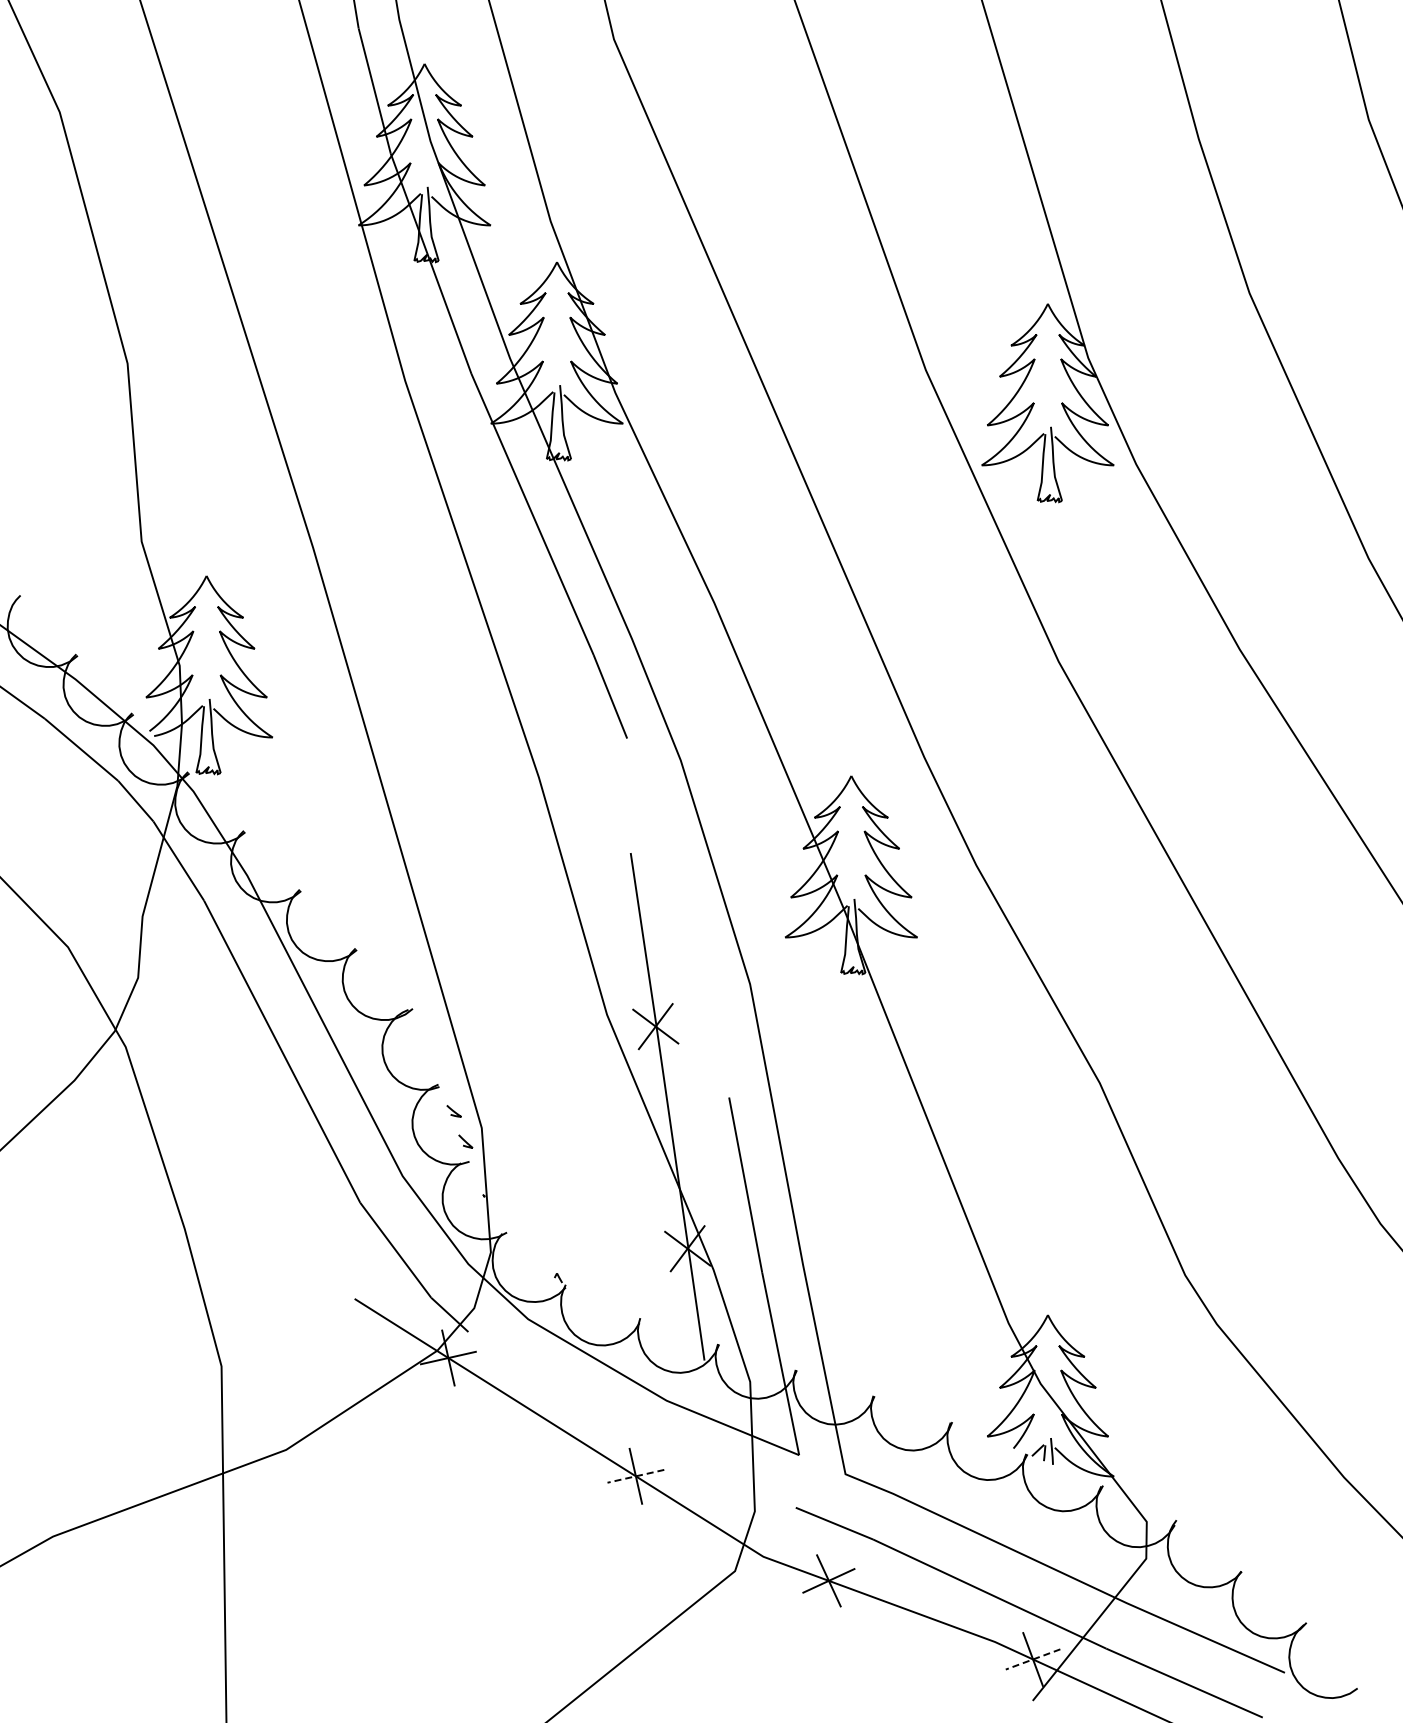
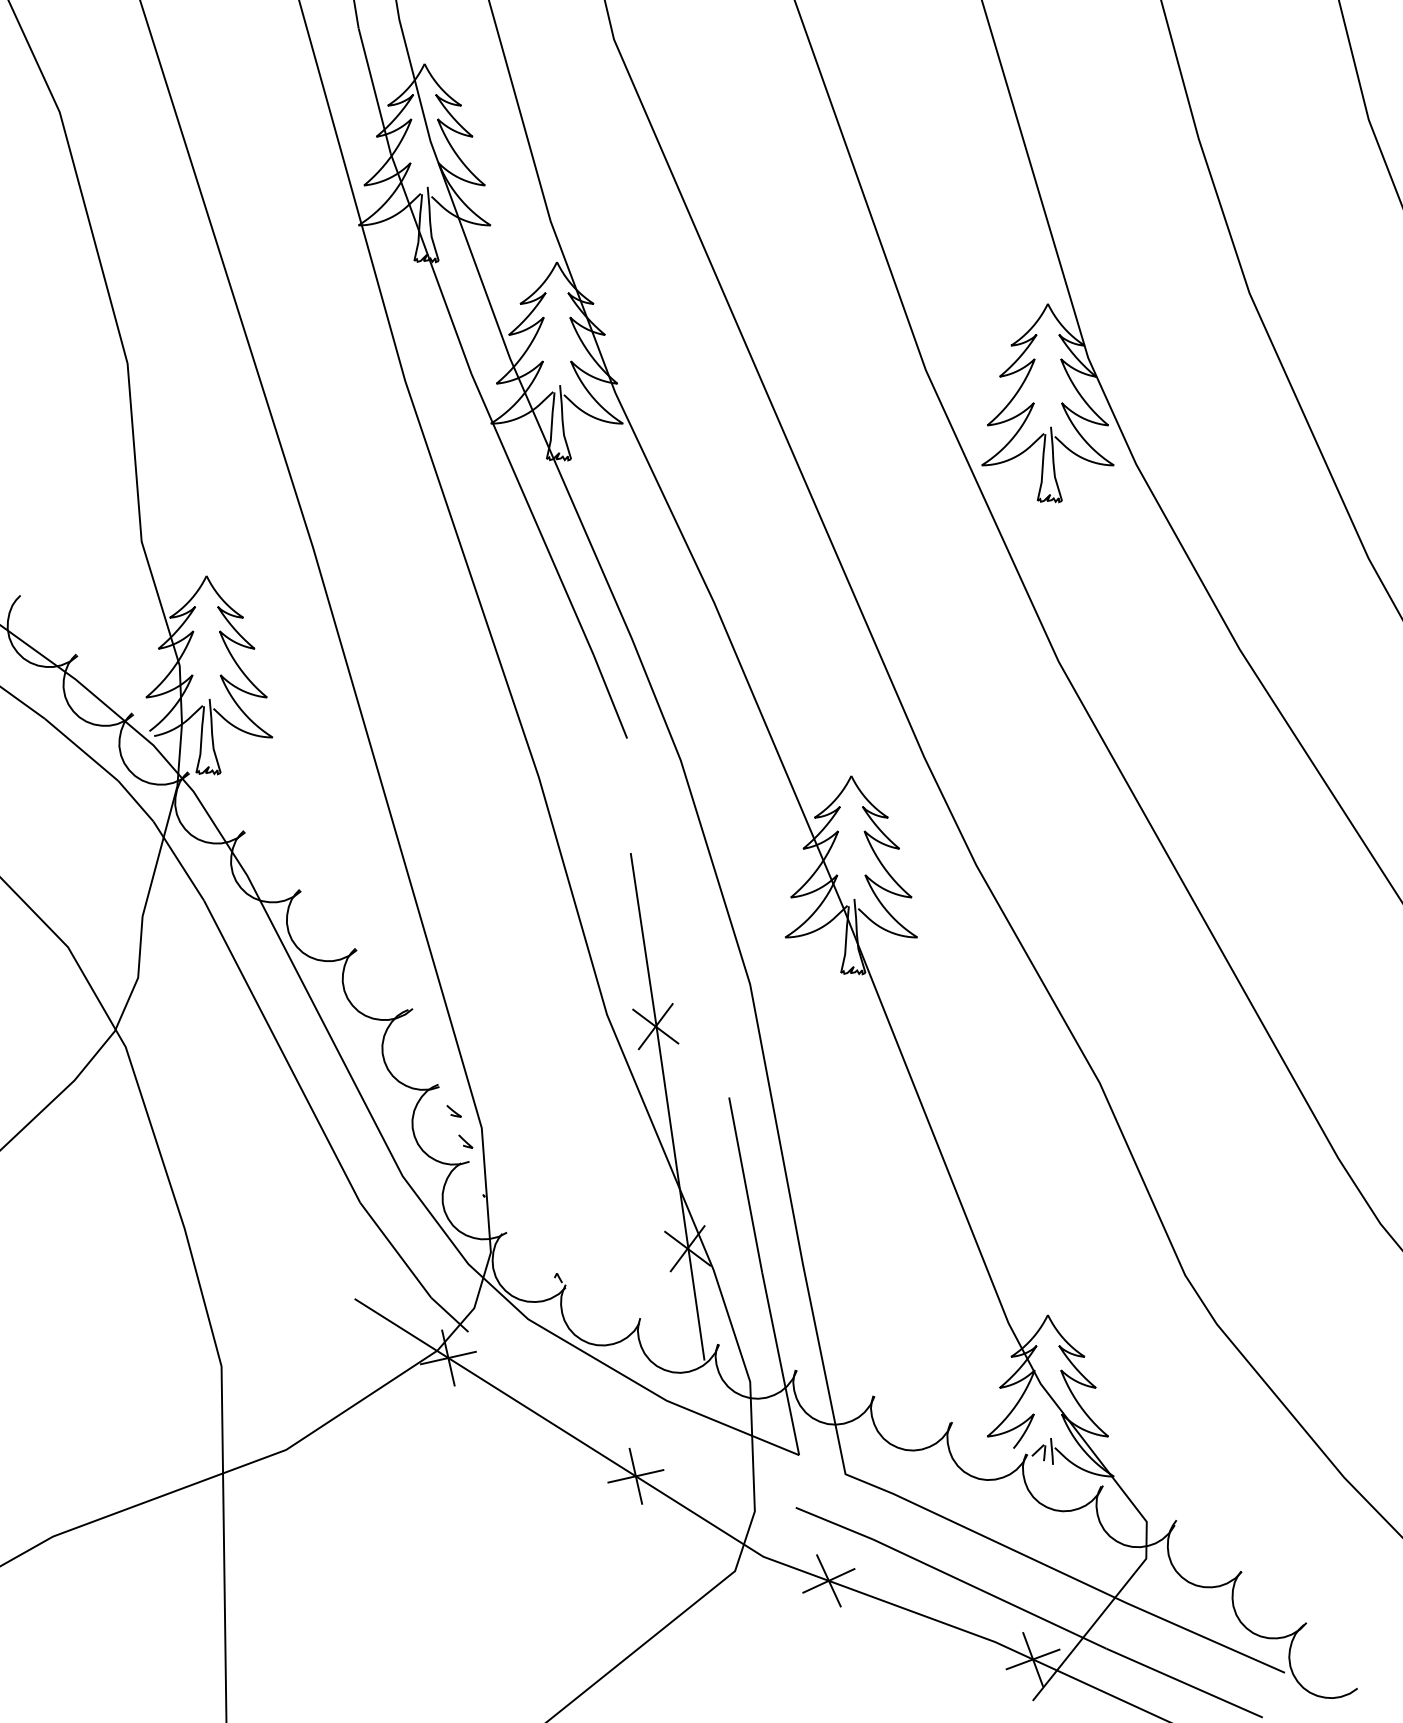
line at (635, 1476): dashed -> solid
line at (1033, 1659): dashed -> solid
